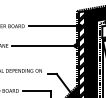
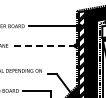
line at (43, 45): solid -> dashed
